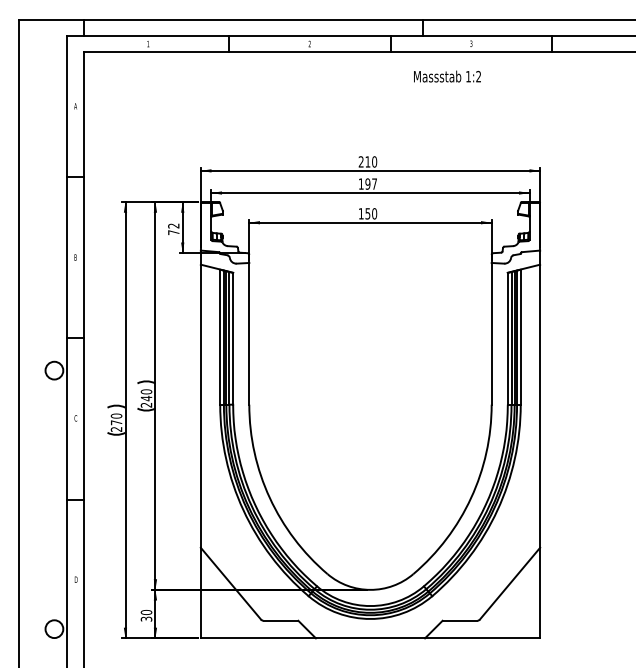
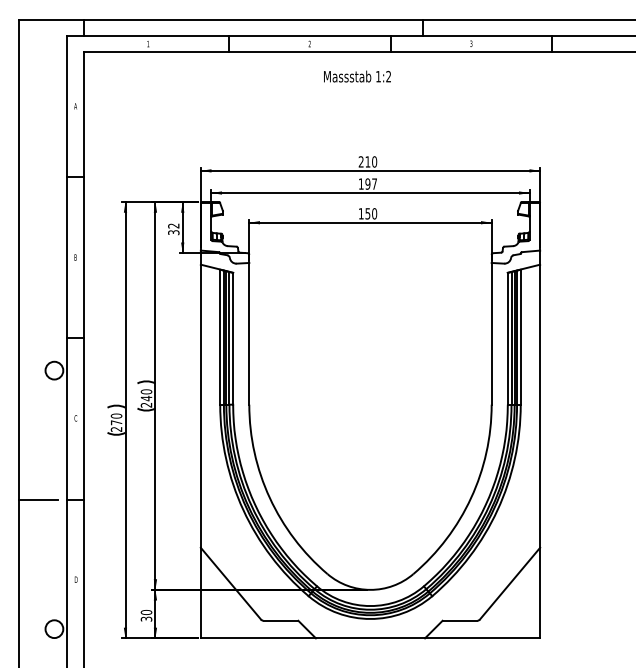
text at (447, 76) position: (447, 76) -> (357, 76)
text at (173, 232): 72 -> 32
line at (37, 499): none -> present
